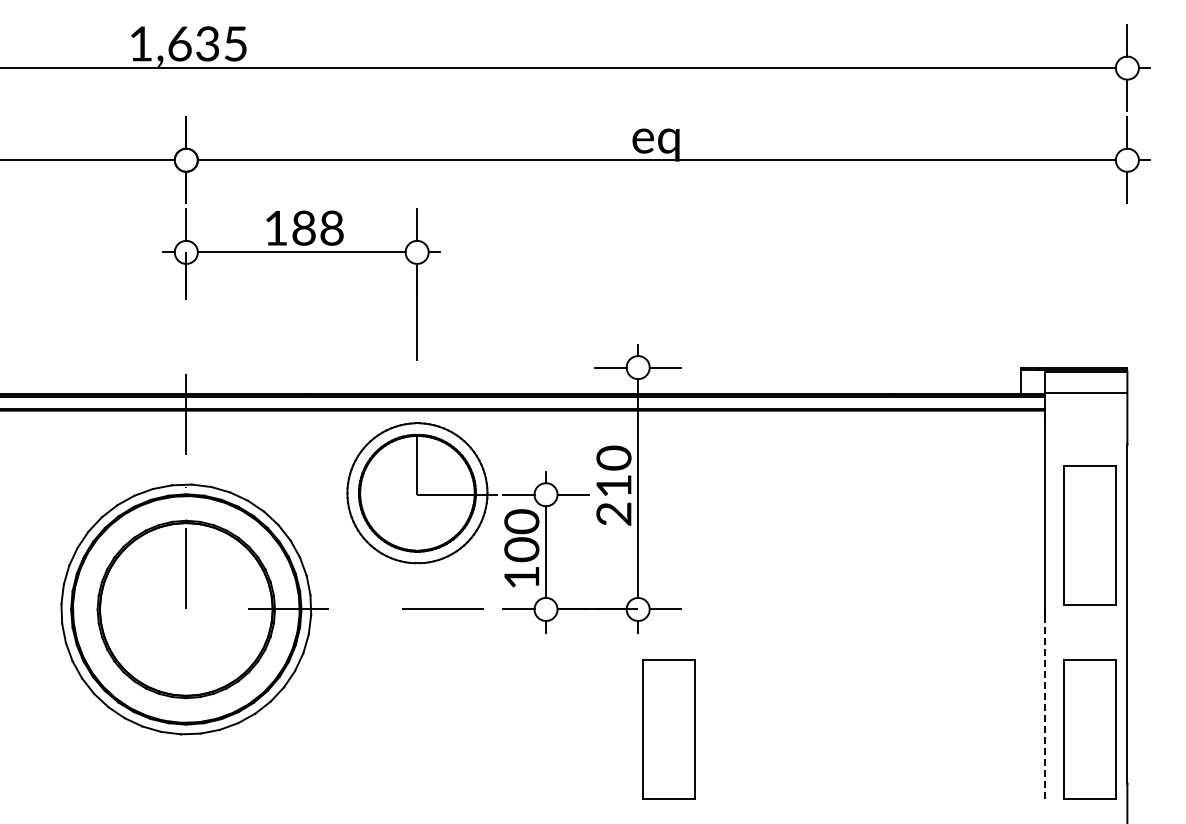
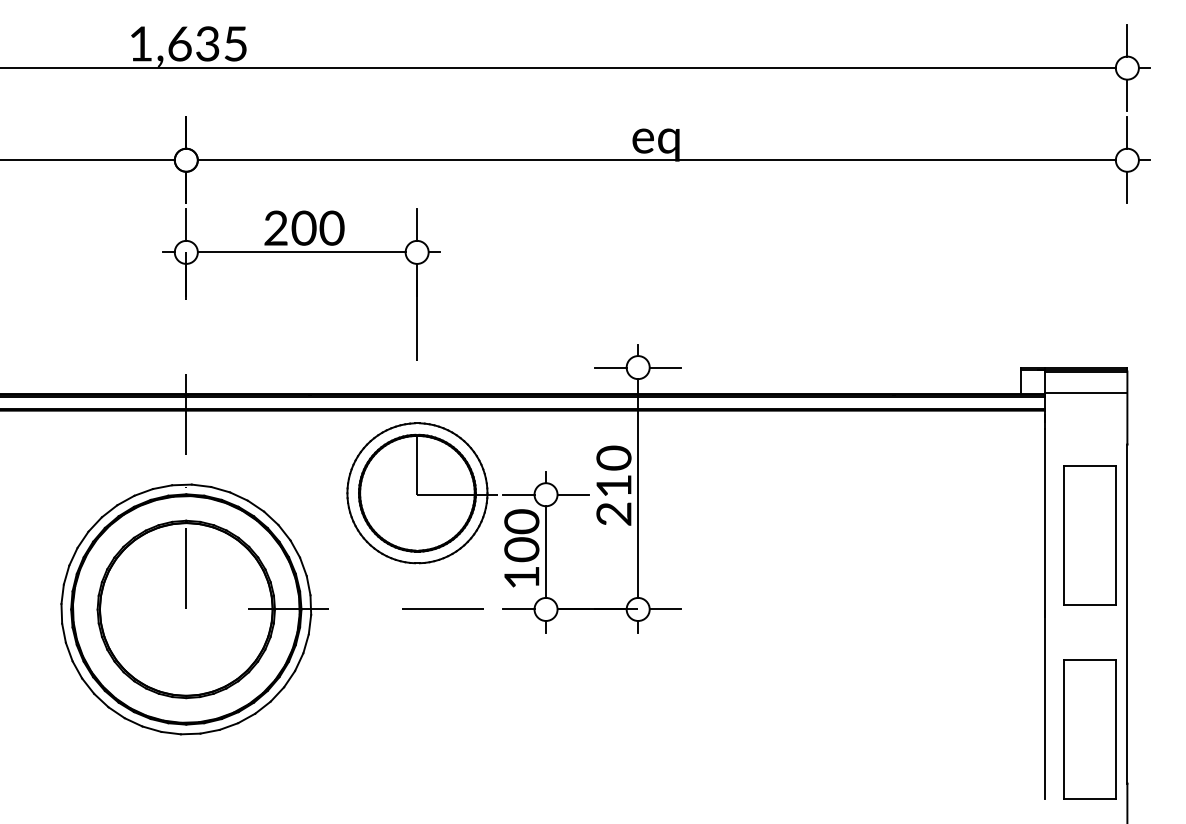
text at (304, 227): 188 -> 200
line at (1044, 708): dashed -> solid
part at (668, 729): present -> none
